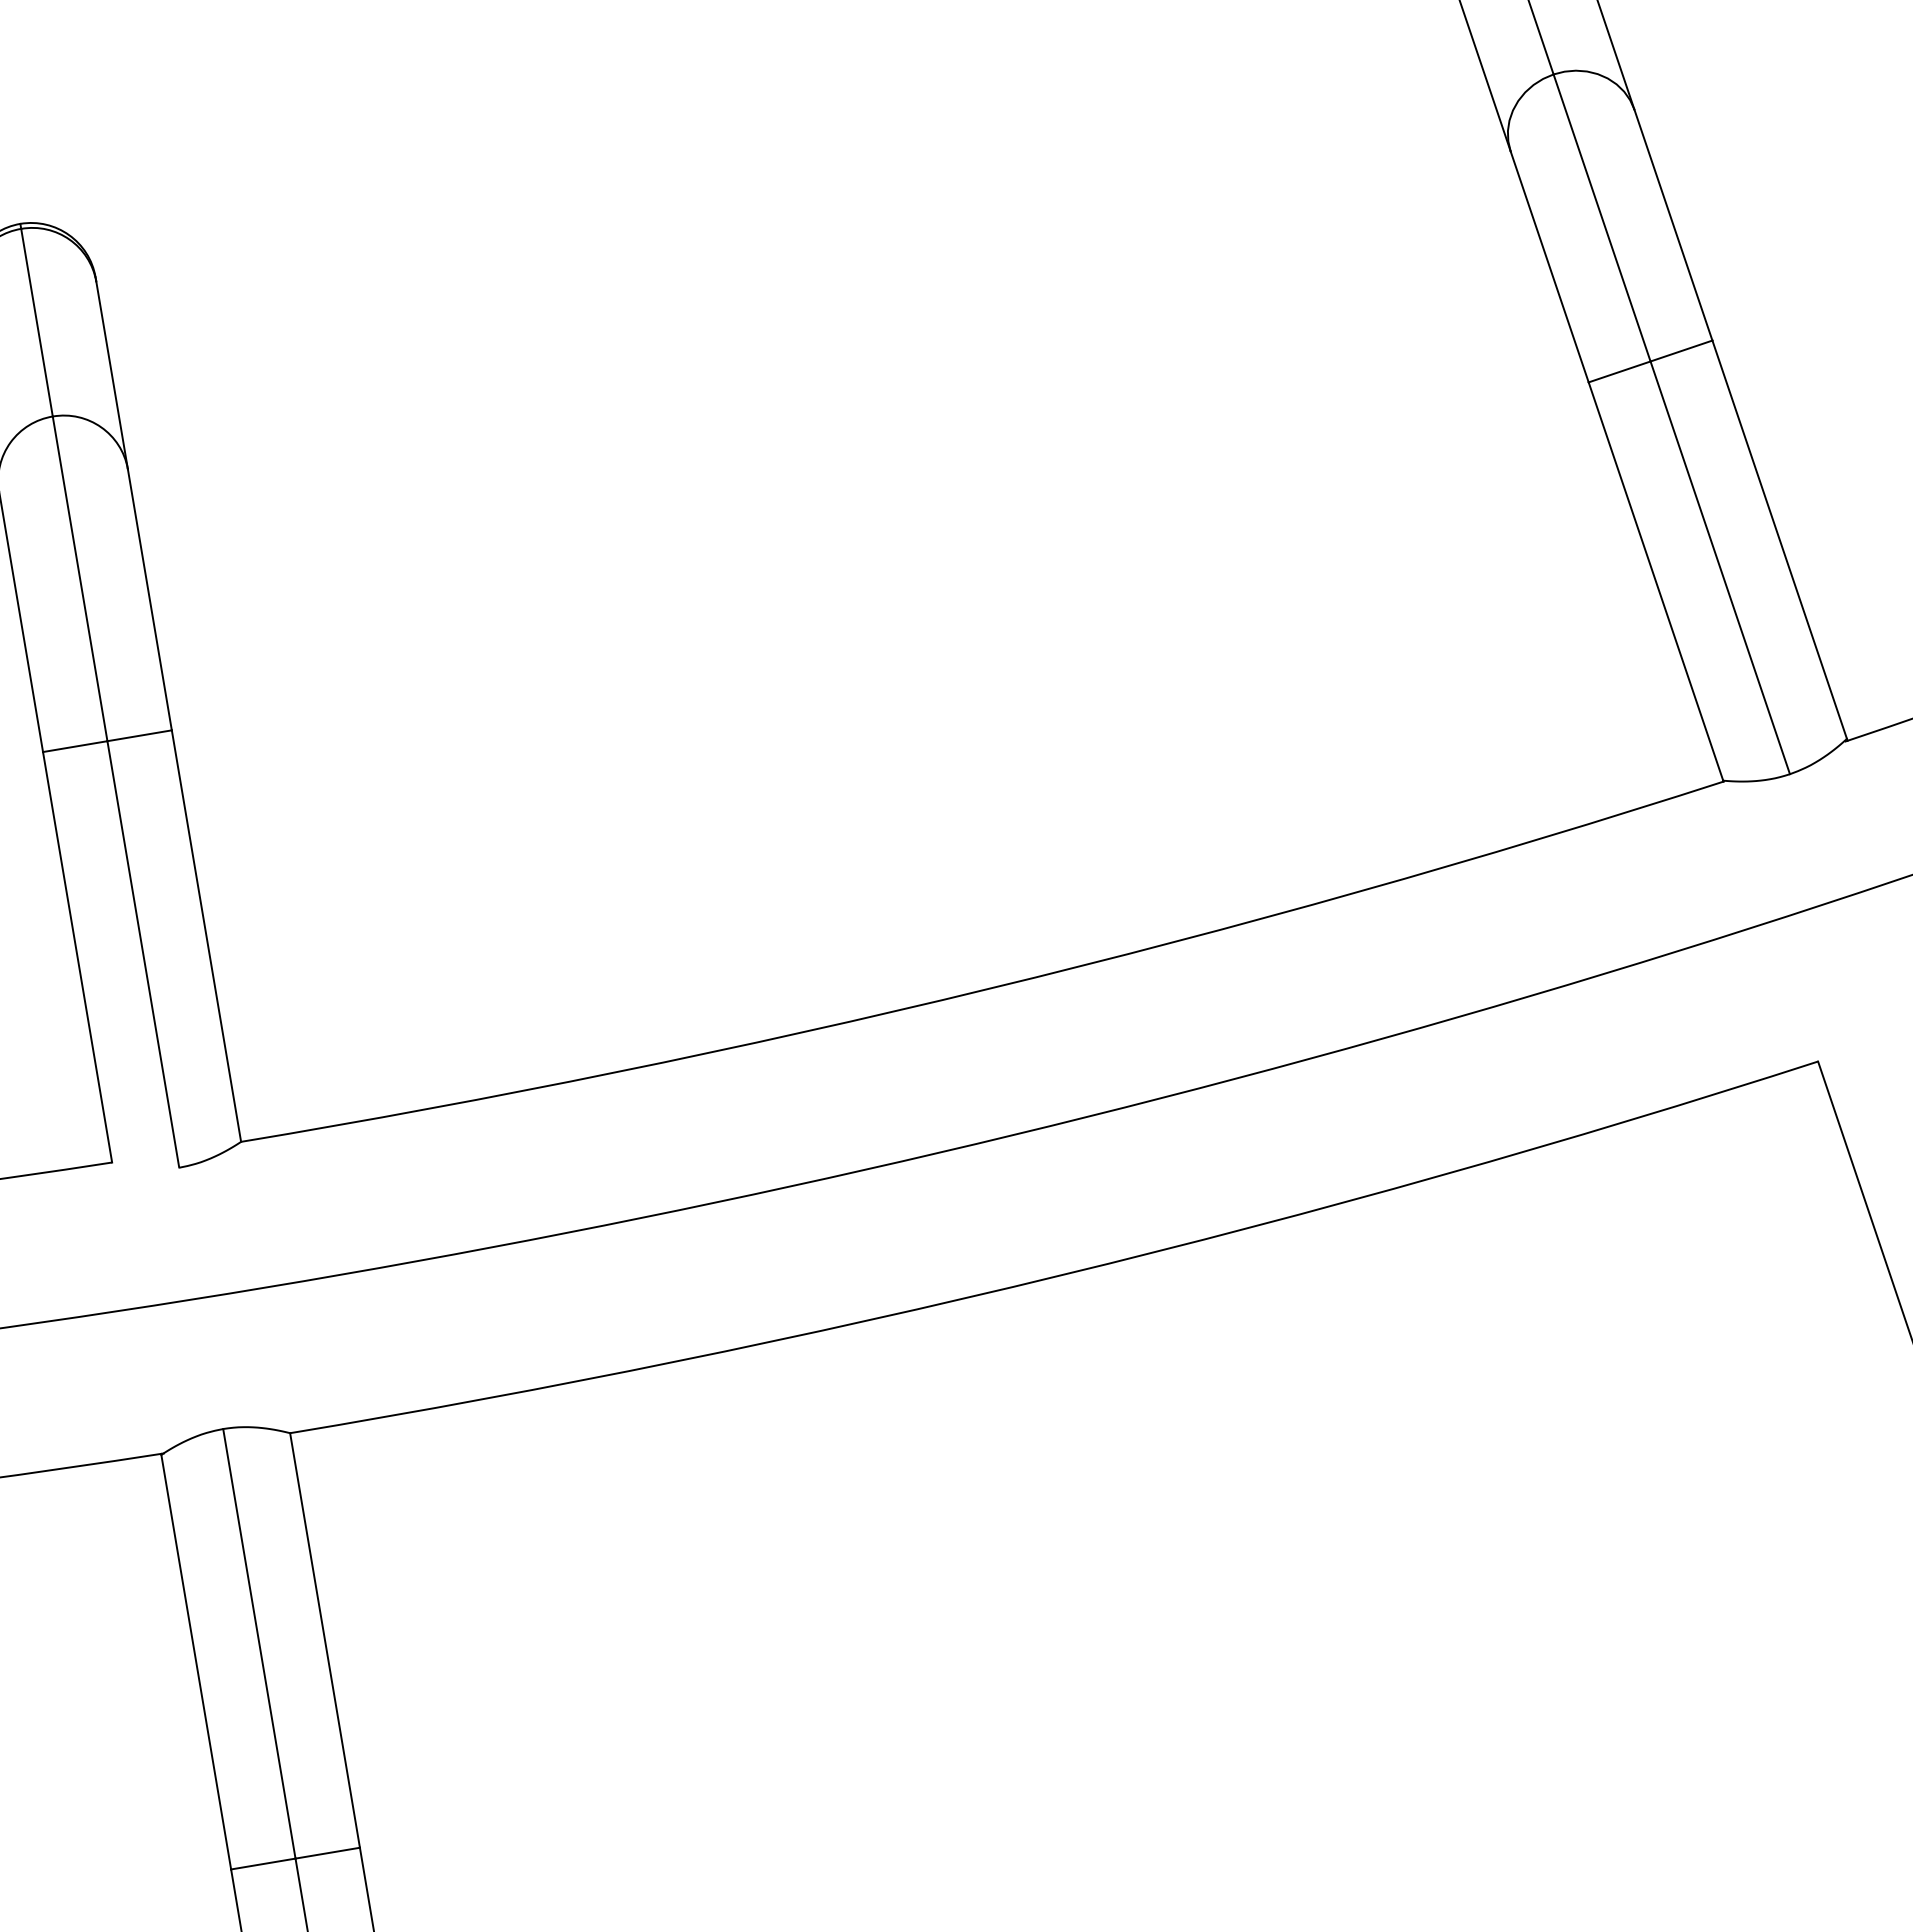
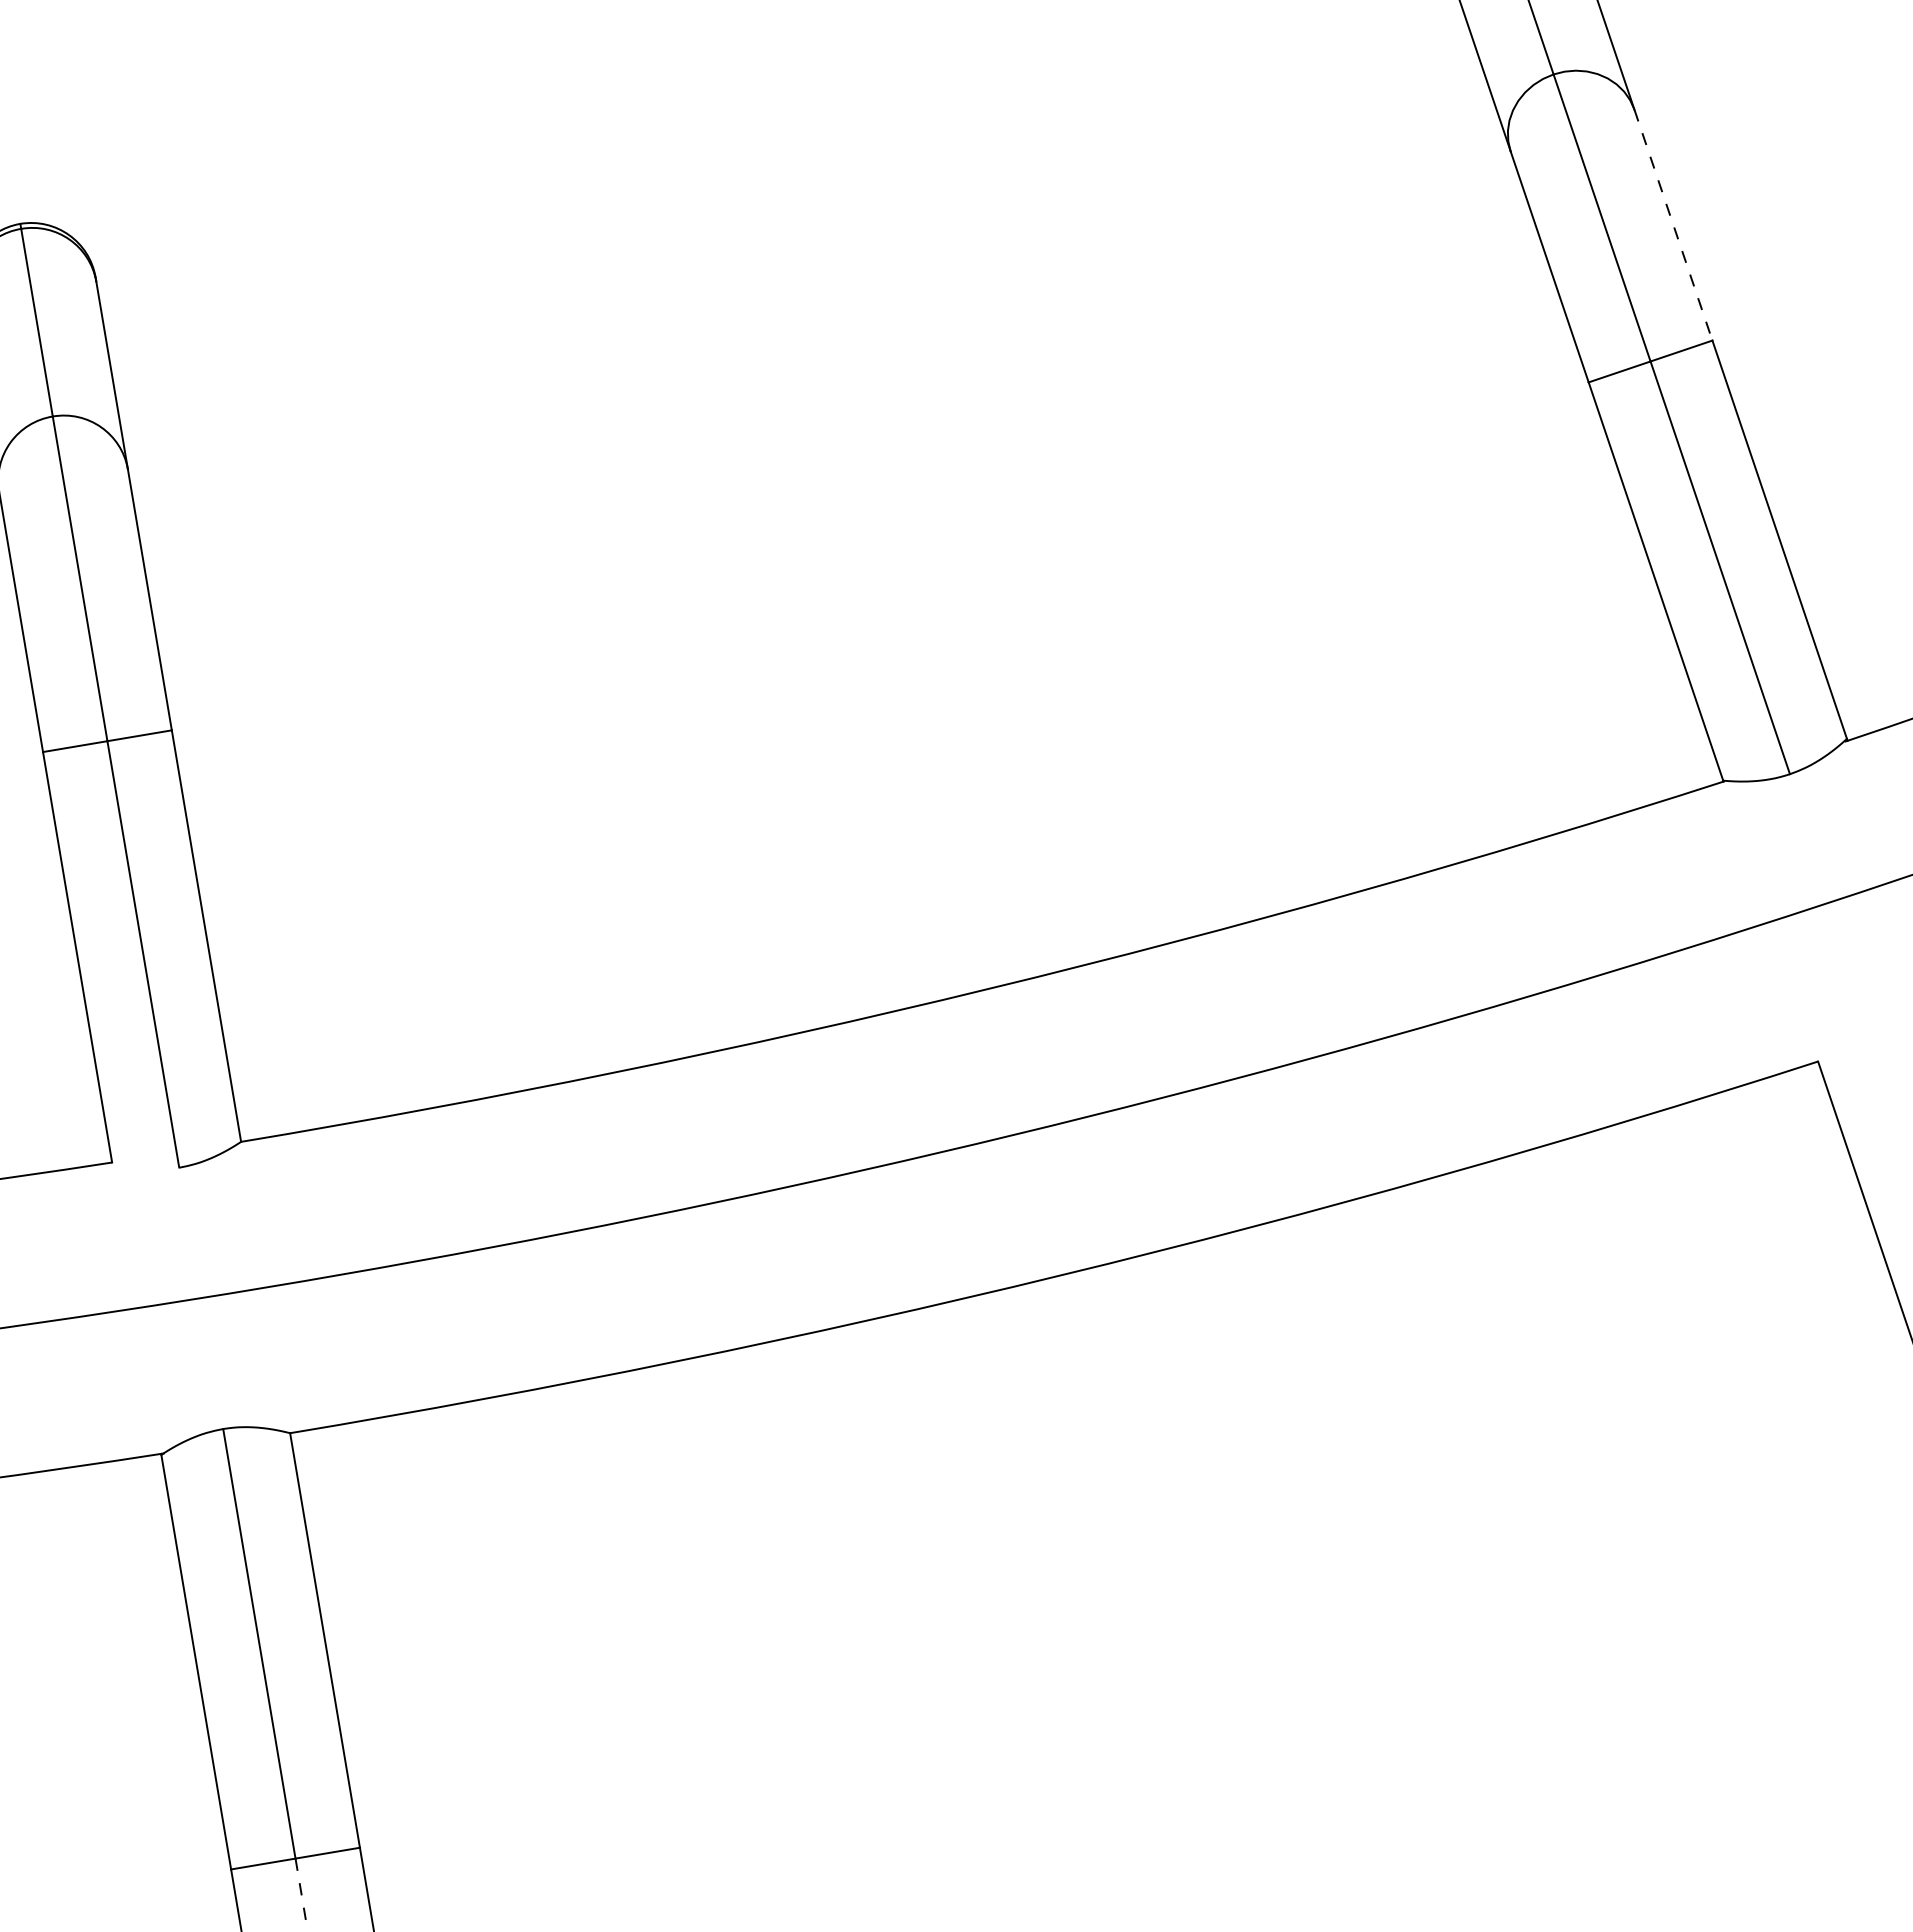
line at (1673, 225): solid -> dashed
line at (301, 1895): solid -> dashed
